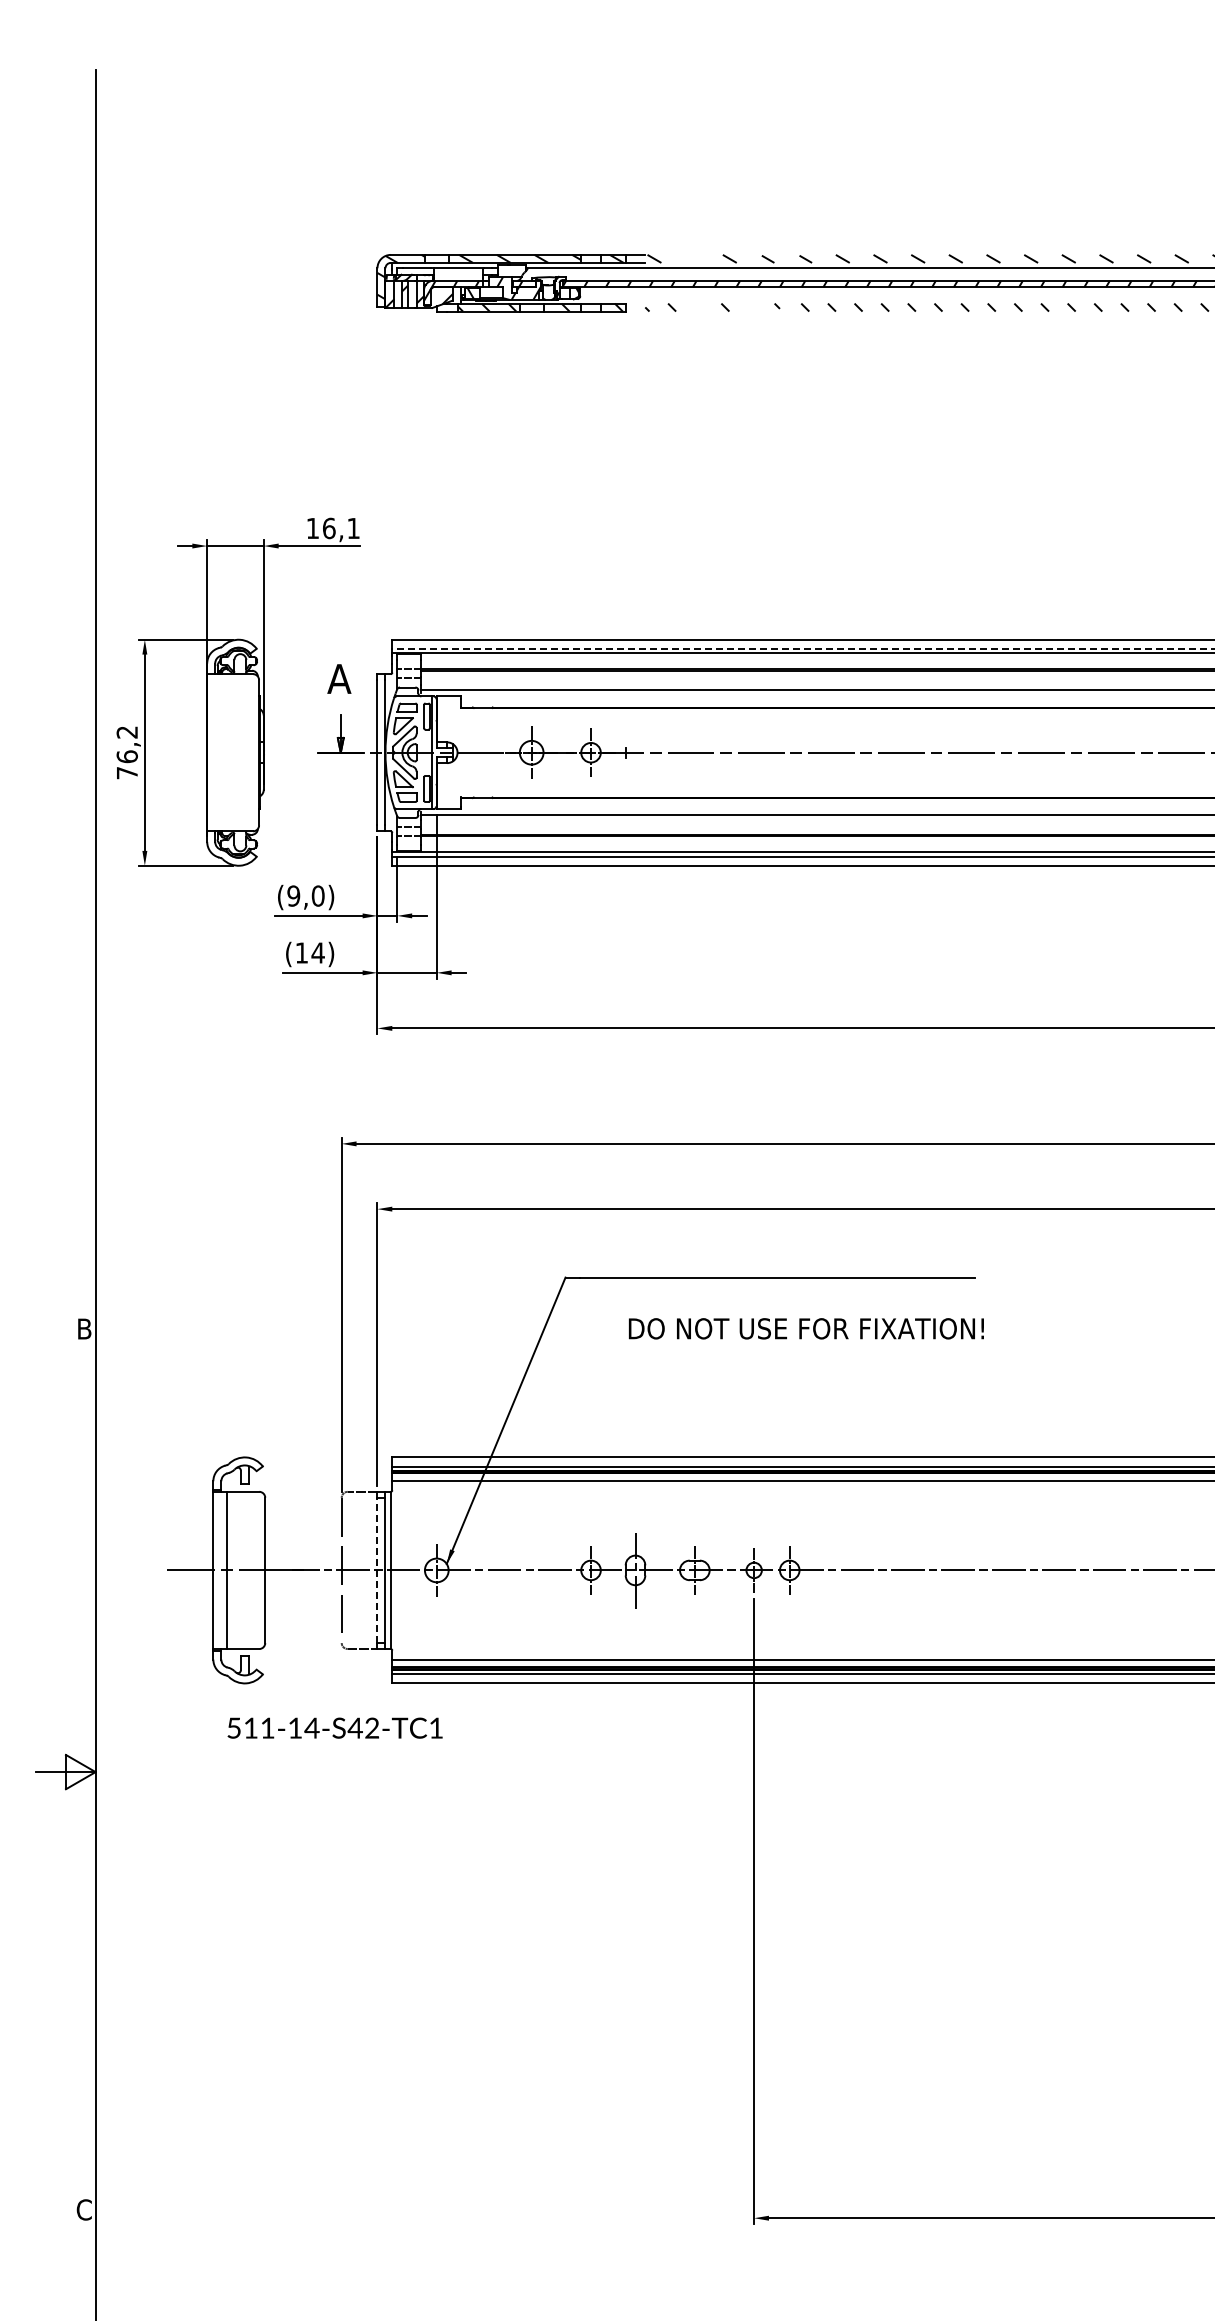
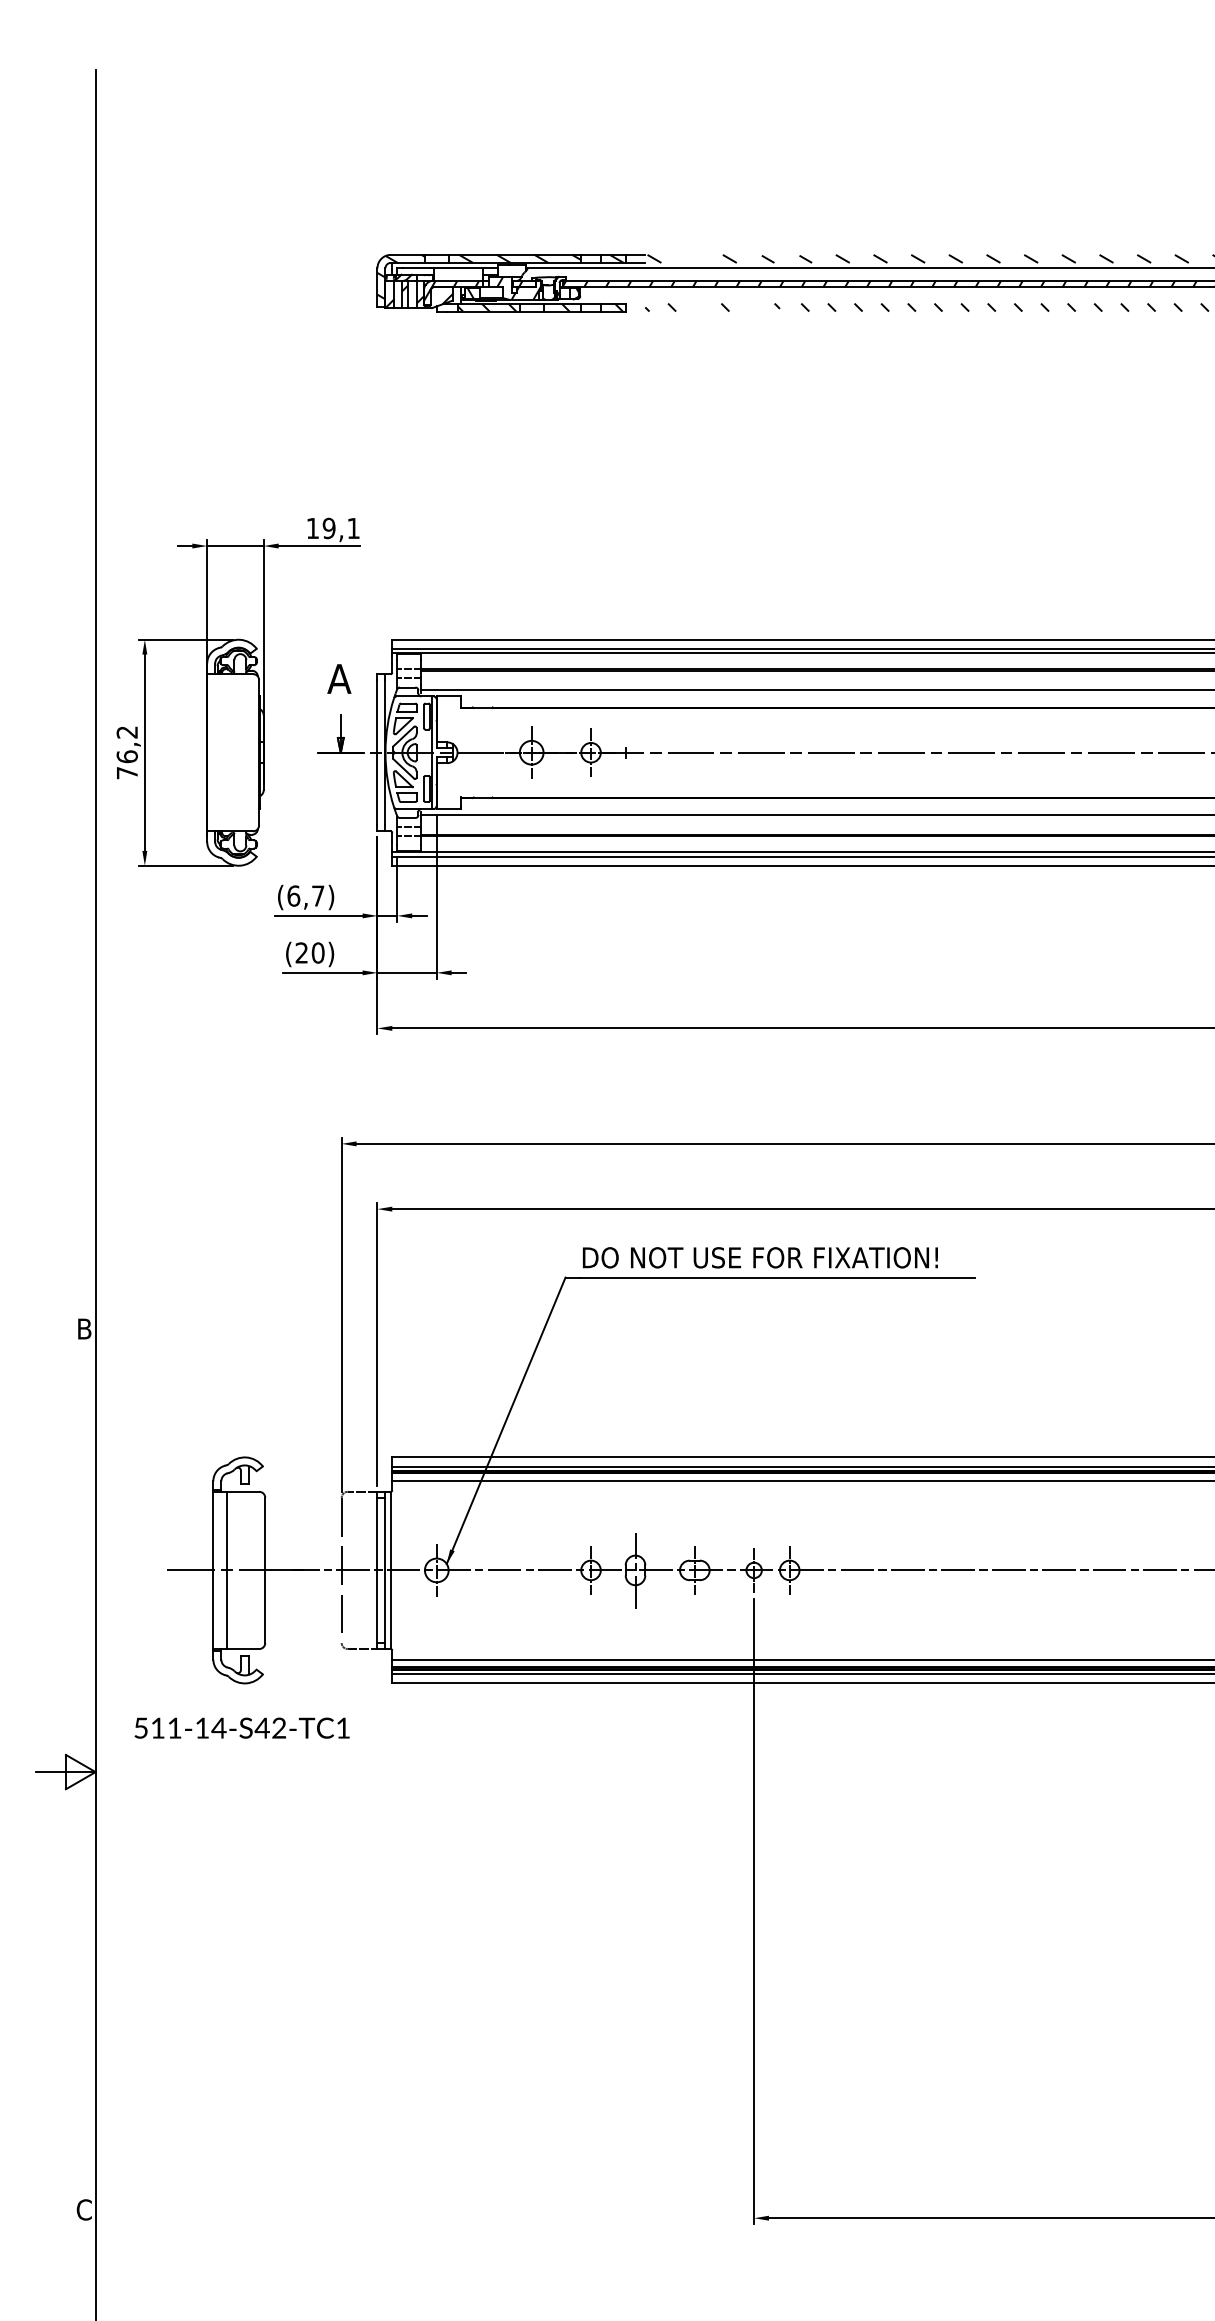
text at (328, 528): 16,1 -> 19,1
line at (803, 648): dashed -> solid
text at (305, 895): (9,0) -> (6,7)
text at (309, 952): (14) -> (20)
text at (806, 1328) position: (806, 1328) -> (760, 1257)
line at (377, 1570): dashed -> solid
text at (334, 1727) position: (334, 1727) -> (241, 1727)
